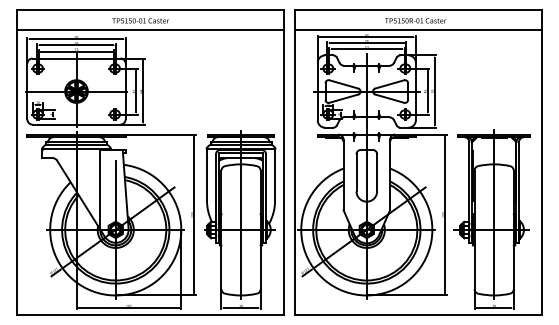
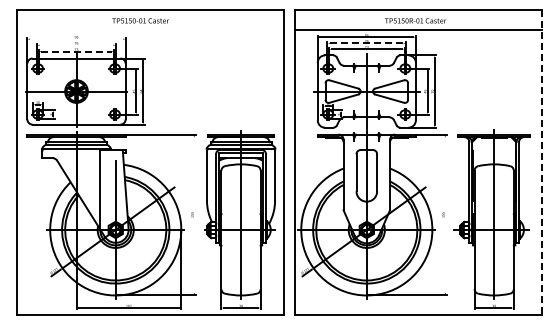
line at (150, 30): present -> none
line at (76, 39): present -> none
line at (366, 43): solid -> dashed
line at (76, 45): present -> none
line at (77, 51): solid -> dashed
line at (542, 162): solid -> dashed
line at (194, 214): present -> none
line at (445, 214): present -> none
